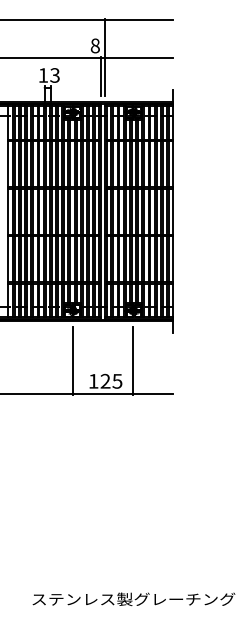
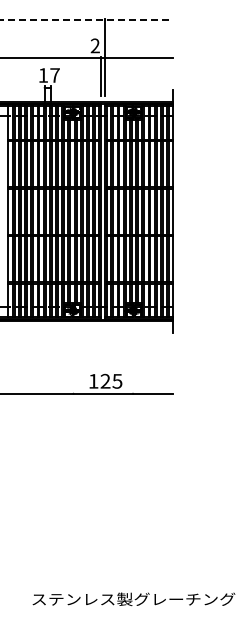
line at (86, 20): solid -> dashed
text at (94, 45): 8 -> 2
text at (54, 75): 13 -> 17
line at (73, 360): present -> none
line at (133, 360): present -> none
